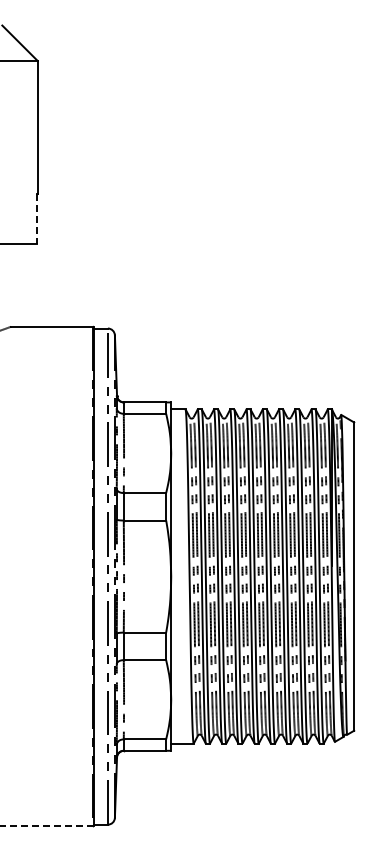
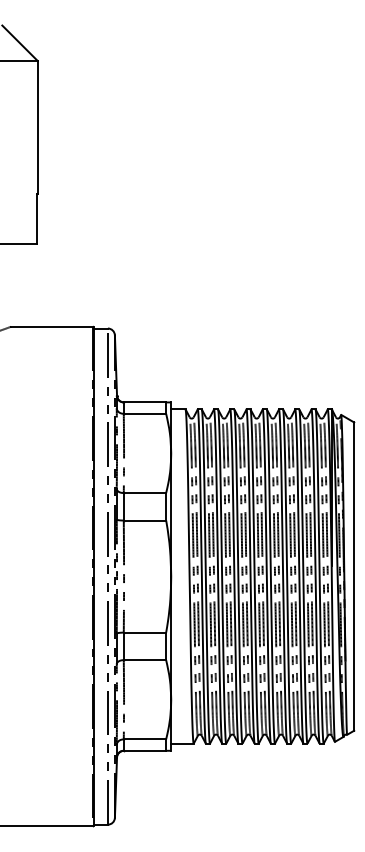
line at (36, 219): dashed -> solid
line at (47, 826): dashed -> solid
